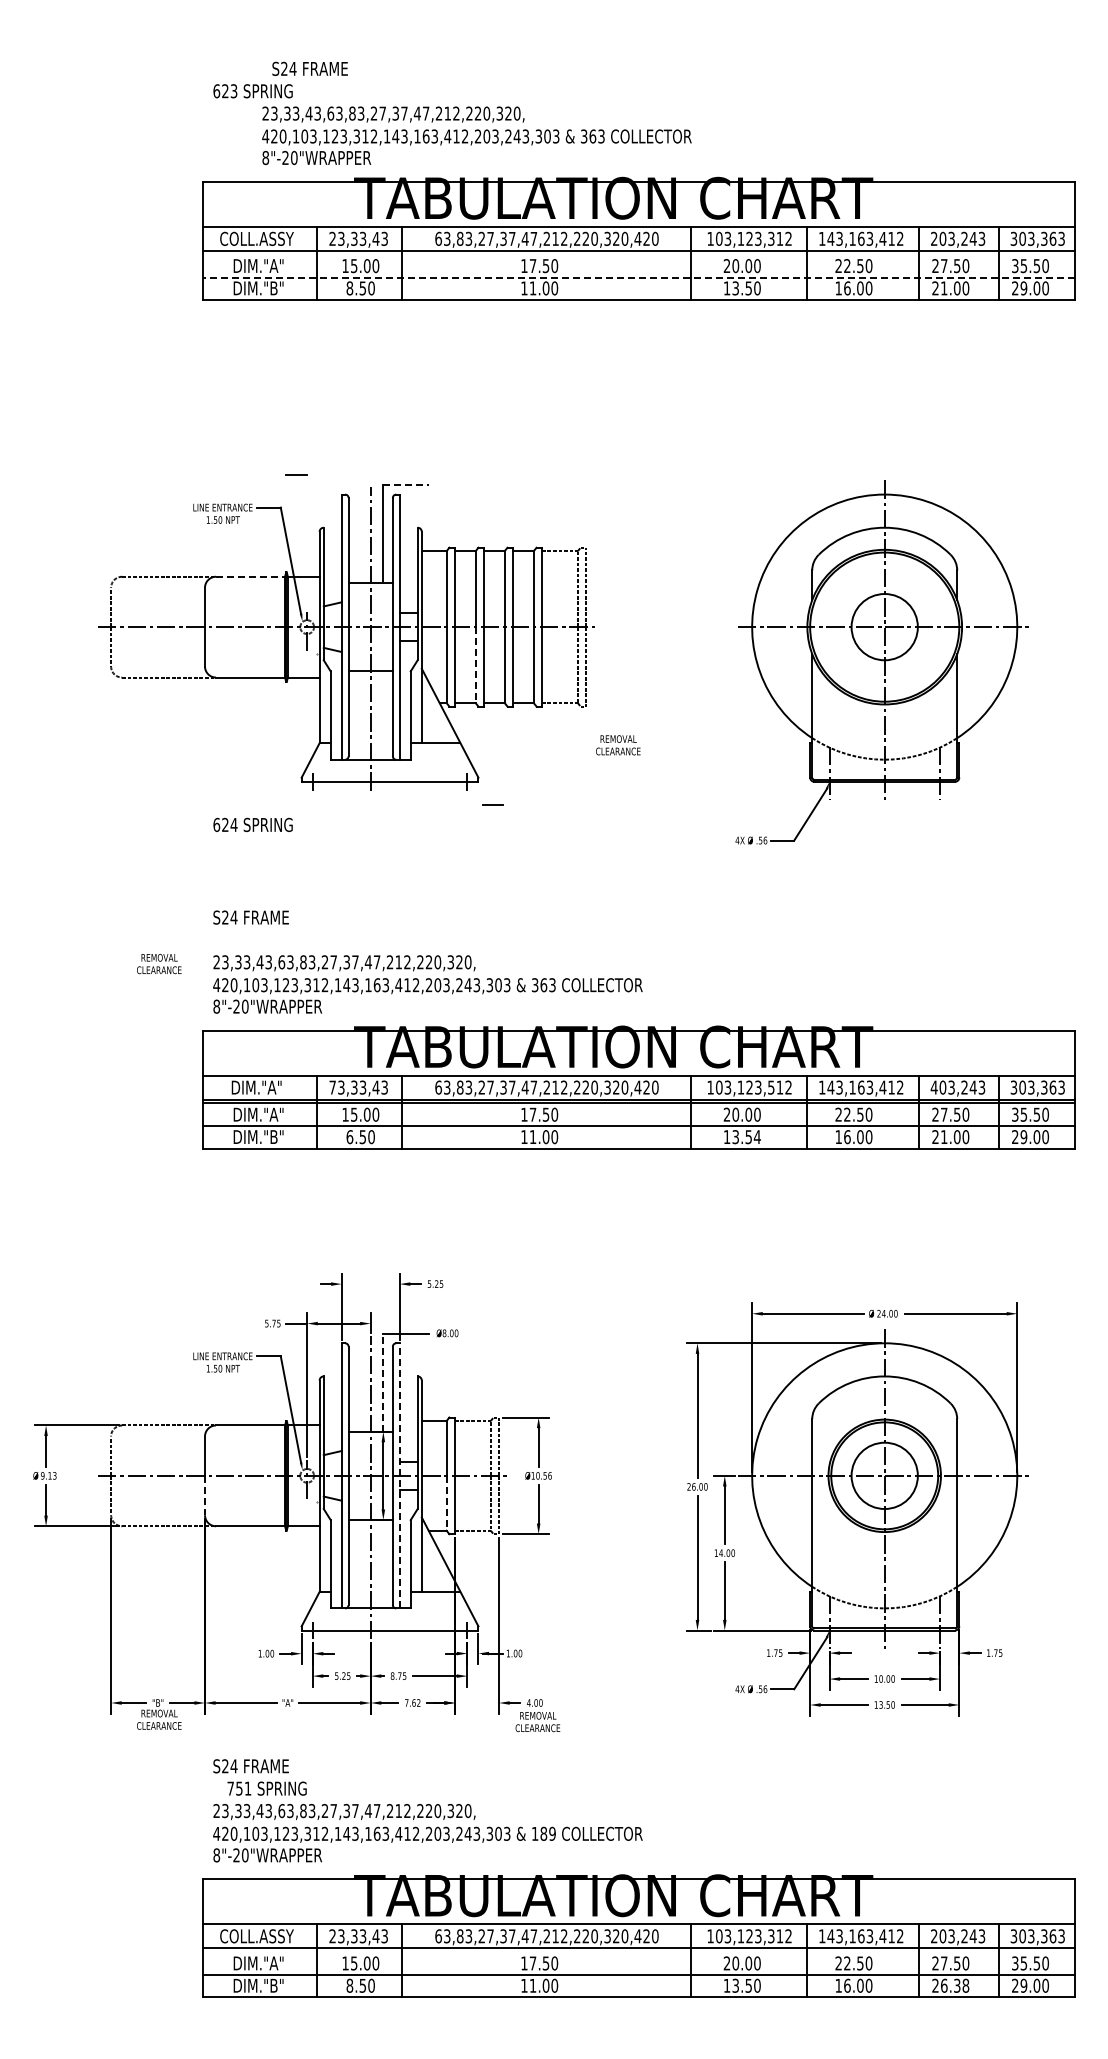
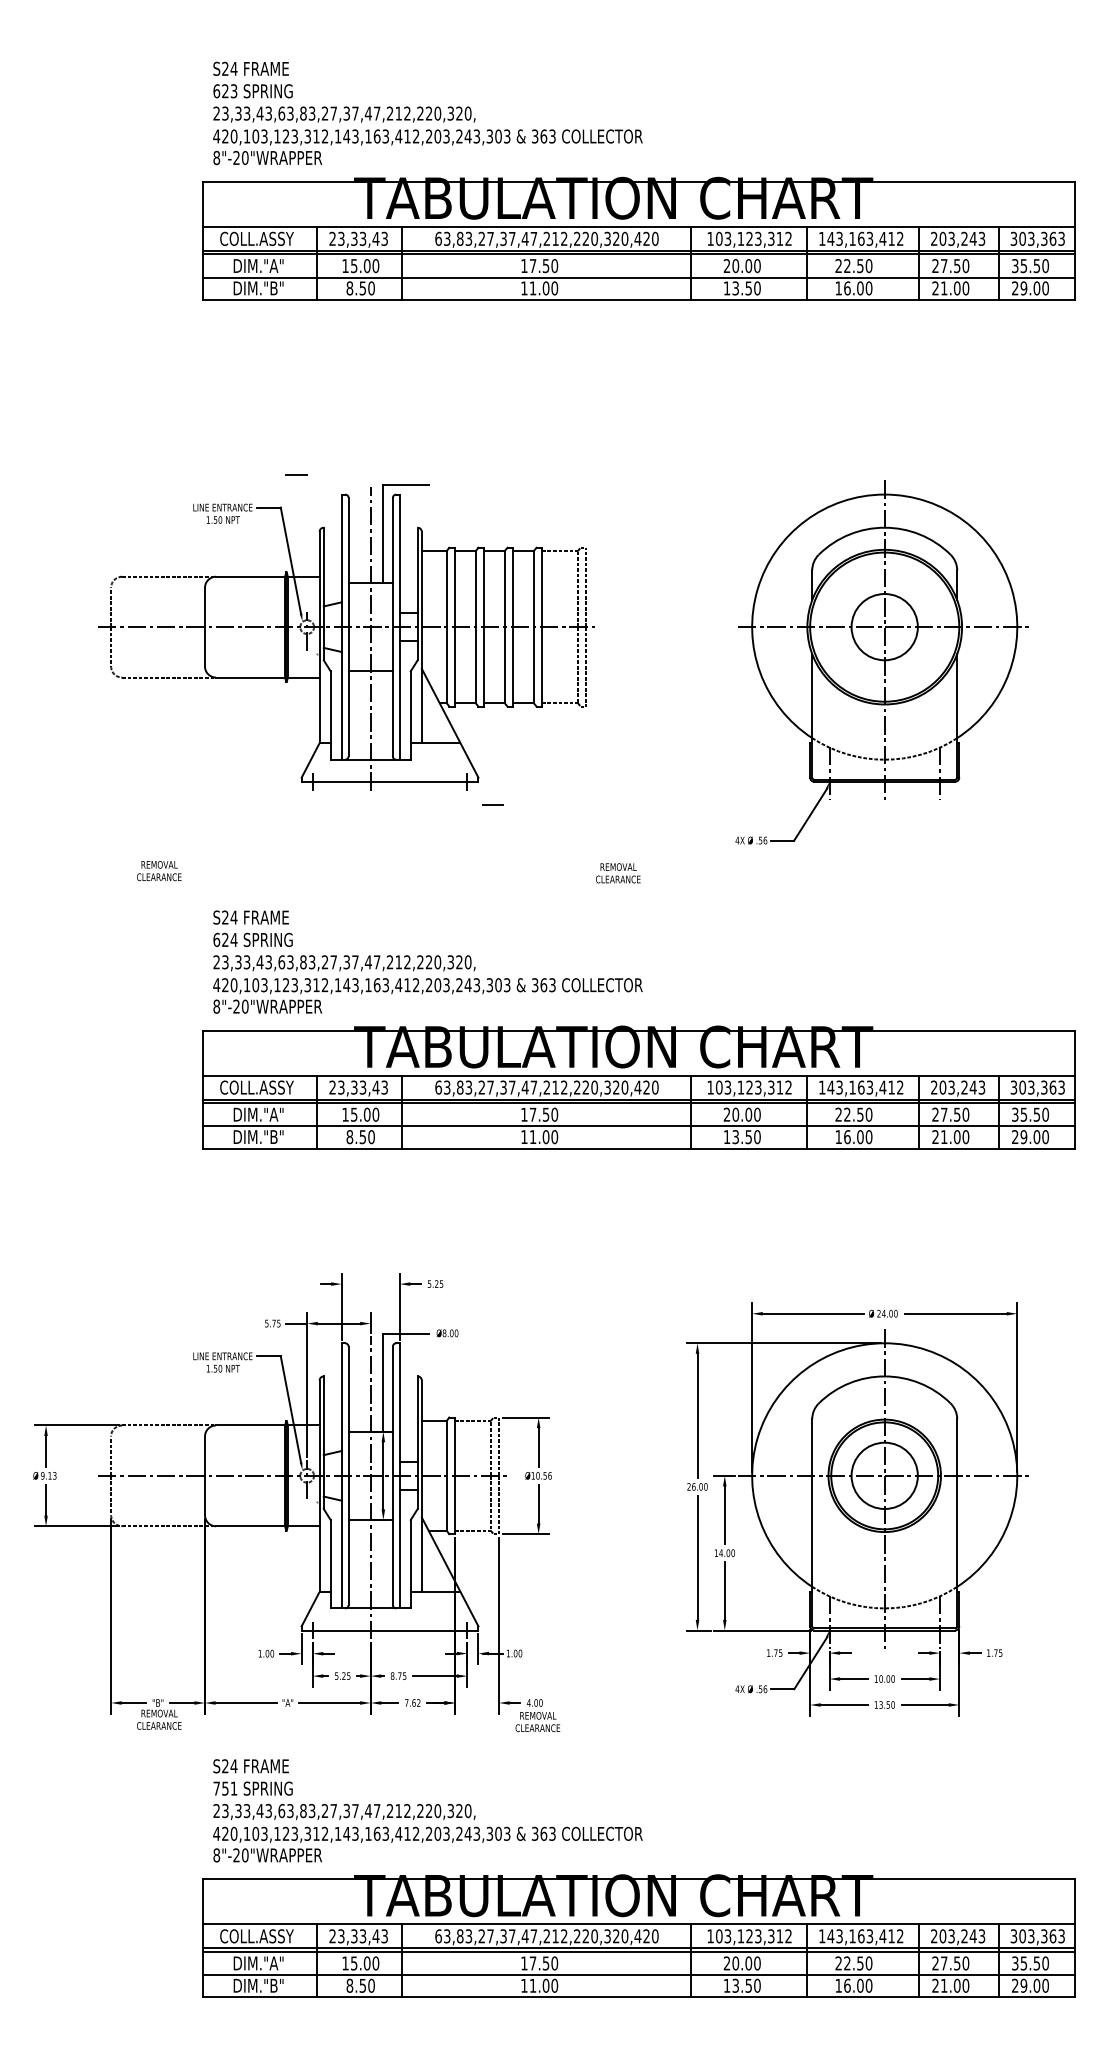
text at (309, 68) position: (309, 68) -> (250, 68)
text at (476, 135) position: (476, 135) -> (427, 135)
line at (638, 254): none -> present
line at (638, 277): dashed -> solid
line at (405, 485): dashed -> solid
line at (250, 576): dashed -> solid
line at (475, 665): dashed -> solid
text at (618, 745) position: (618, 745) -> (618, 873)
text at (252, 824) position: (252, 824) -> (252, 939)
text at (159, 964) position: (159, 964) -> (159, 871)
text at (771, 1086): 103,123,512 -> 103,123,312
text at (256, 1087): DIM."A" -> COLL.ASSY
text at (332, 1087): 73,33,43 -> 23,33,43
text at (933, 1087): 403,243 -> 203,243
text at (349, 1136): 6.50 -> 8.50
text at (756, 1137): 13.54 -> 13.50
line at (383, 1382): dashed -> solid
line at (399, 1475): dashed -> solid
line at (205, 1495): dashed -> solid
line at (446, 1503): dashed -> solid
text at (266, 1788) position: (266, 1788) -> (252, 1788)
text at (543, 1833): 189 -> 363
line at (638, 1951): none -> present
text at (955, 1985): 26.38 -> 21.00
